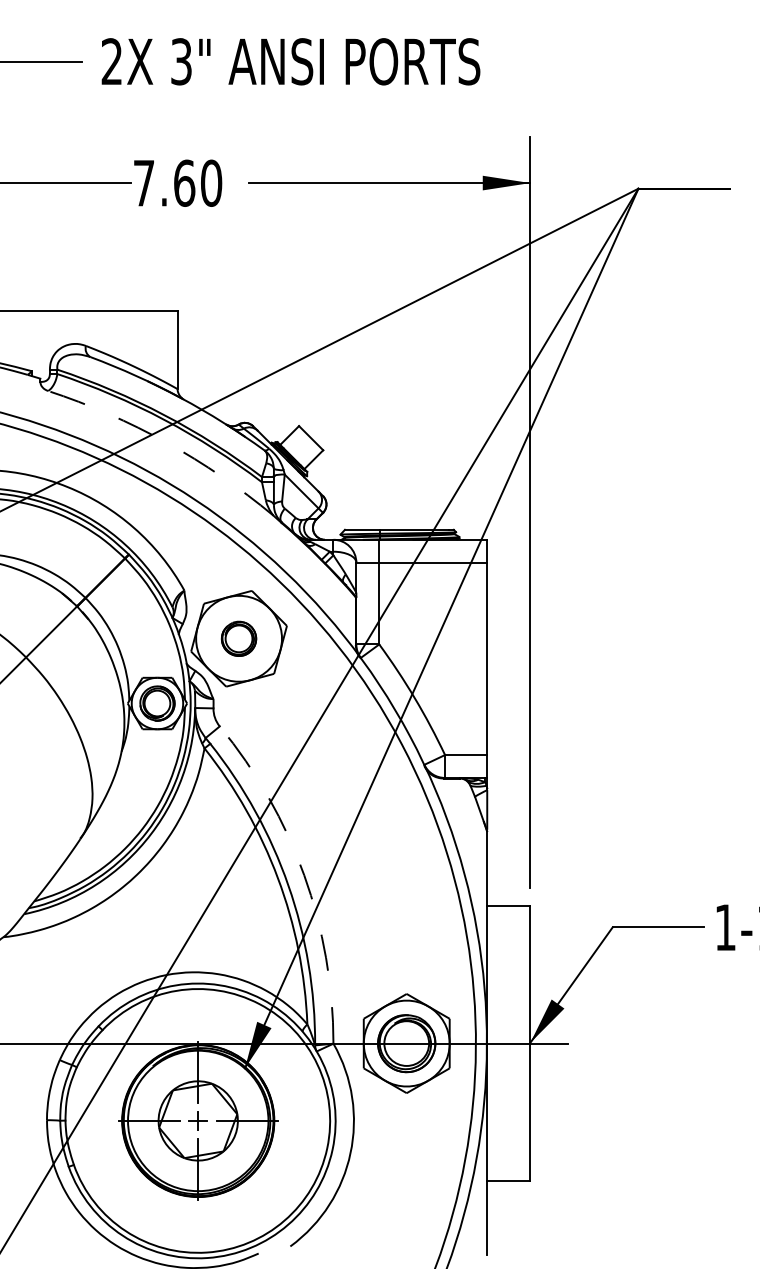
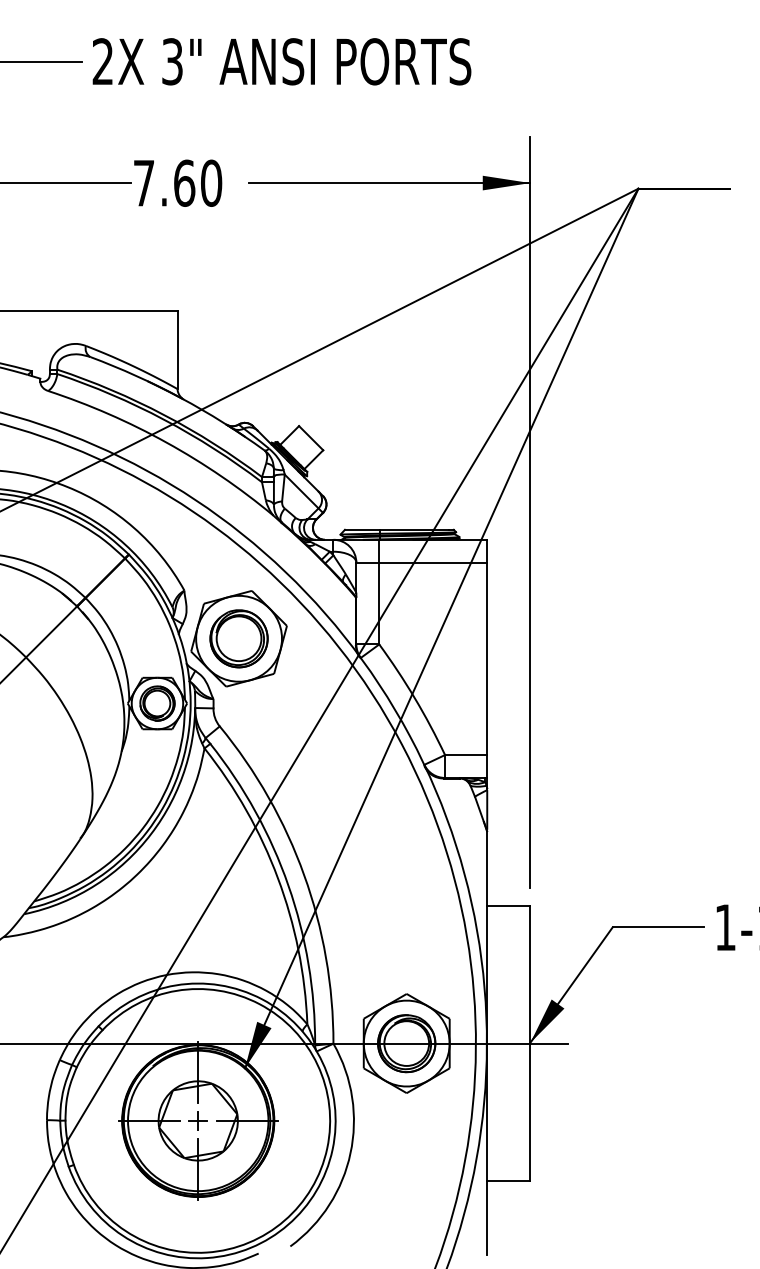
text at (290, 61) position: (290, 61) -> (281, 61)
arc at (166, 442): dashed -> solid
part at (238, 638) size: 38x37 px -> 60x60 px
arc at (304, 875): dashed -> solid
